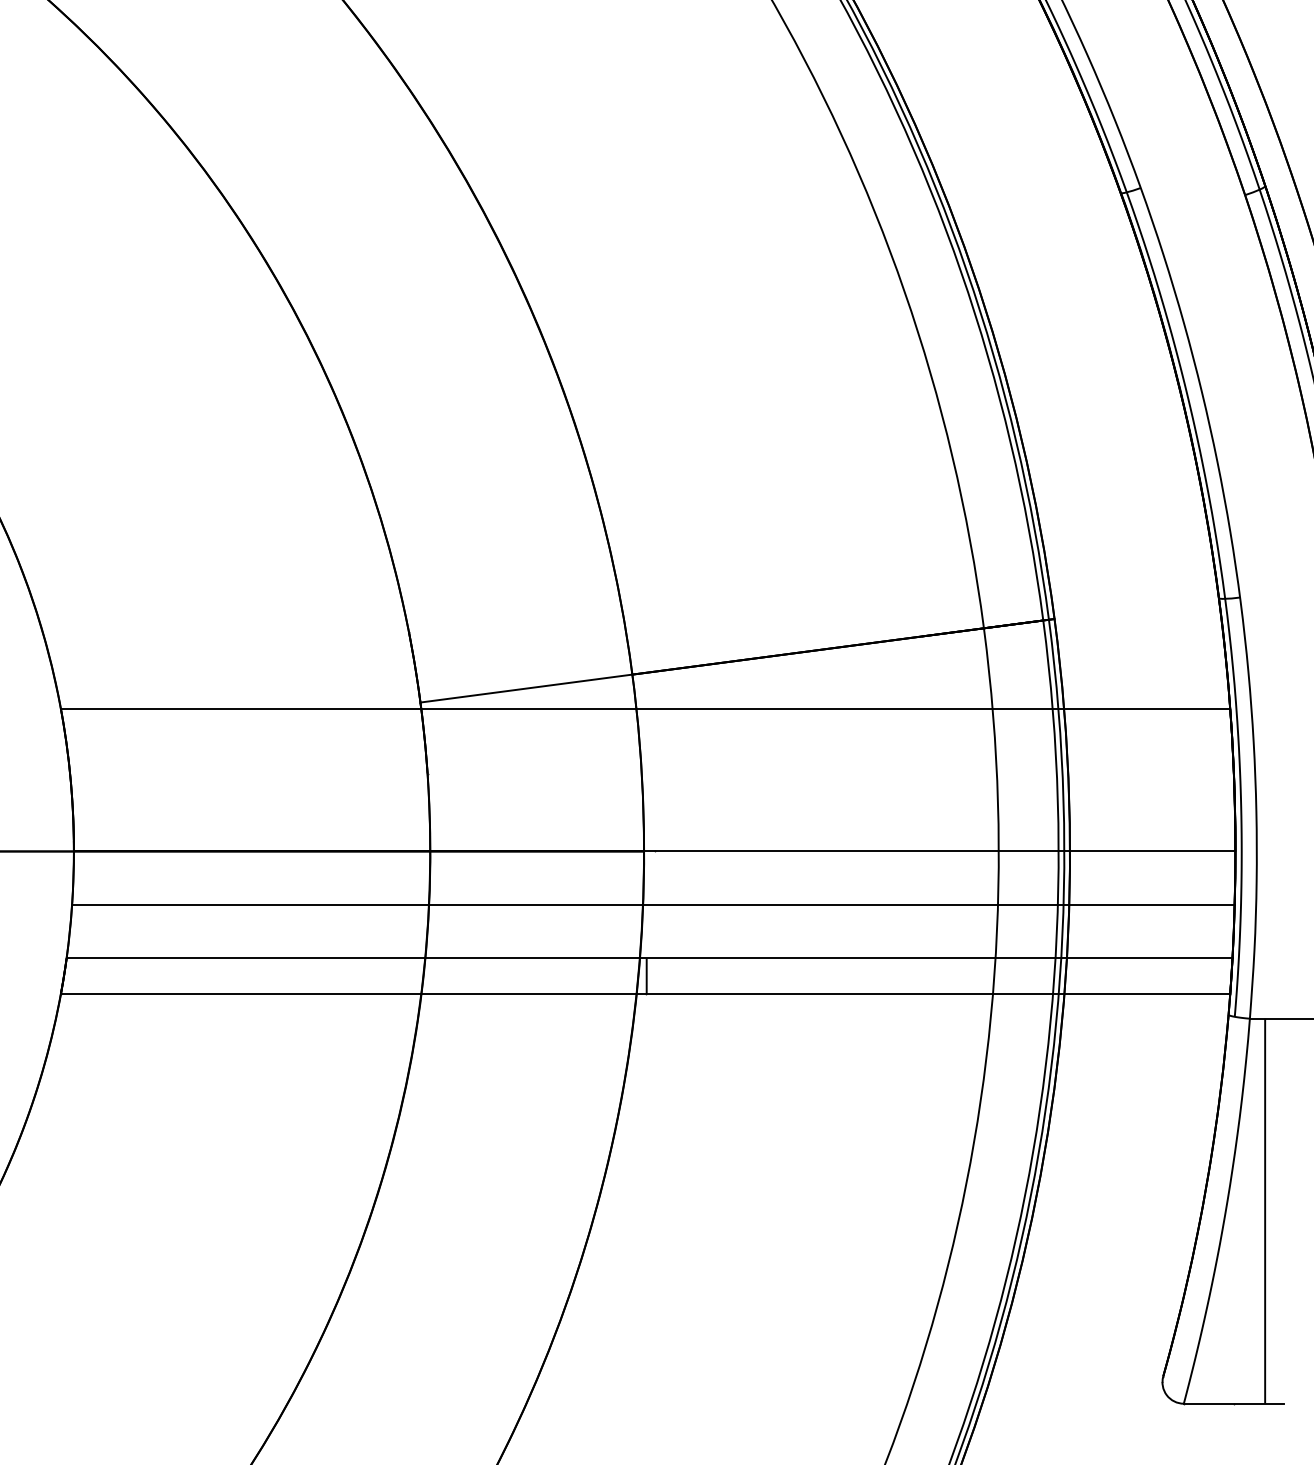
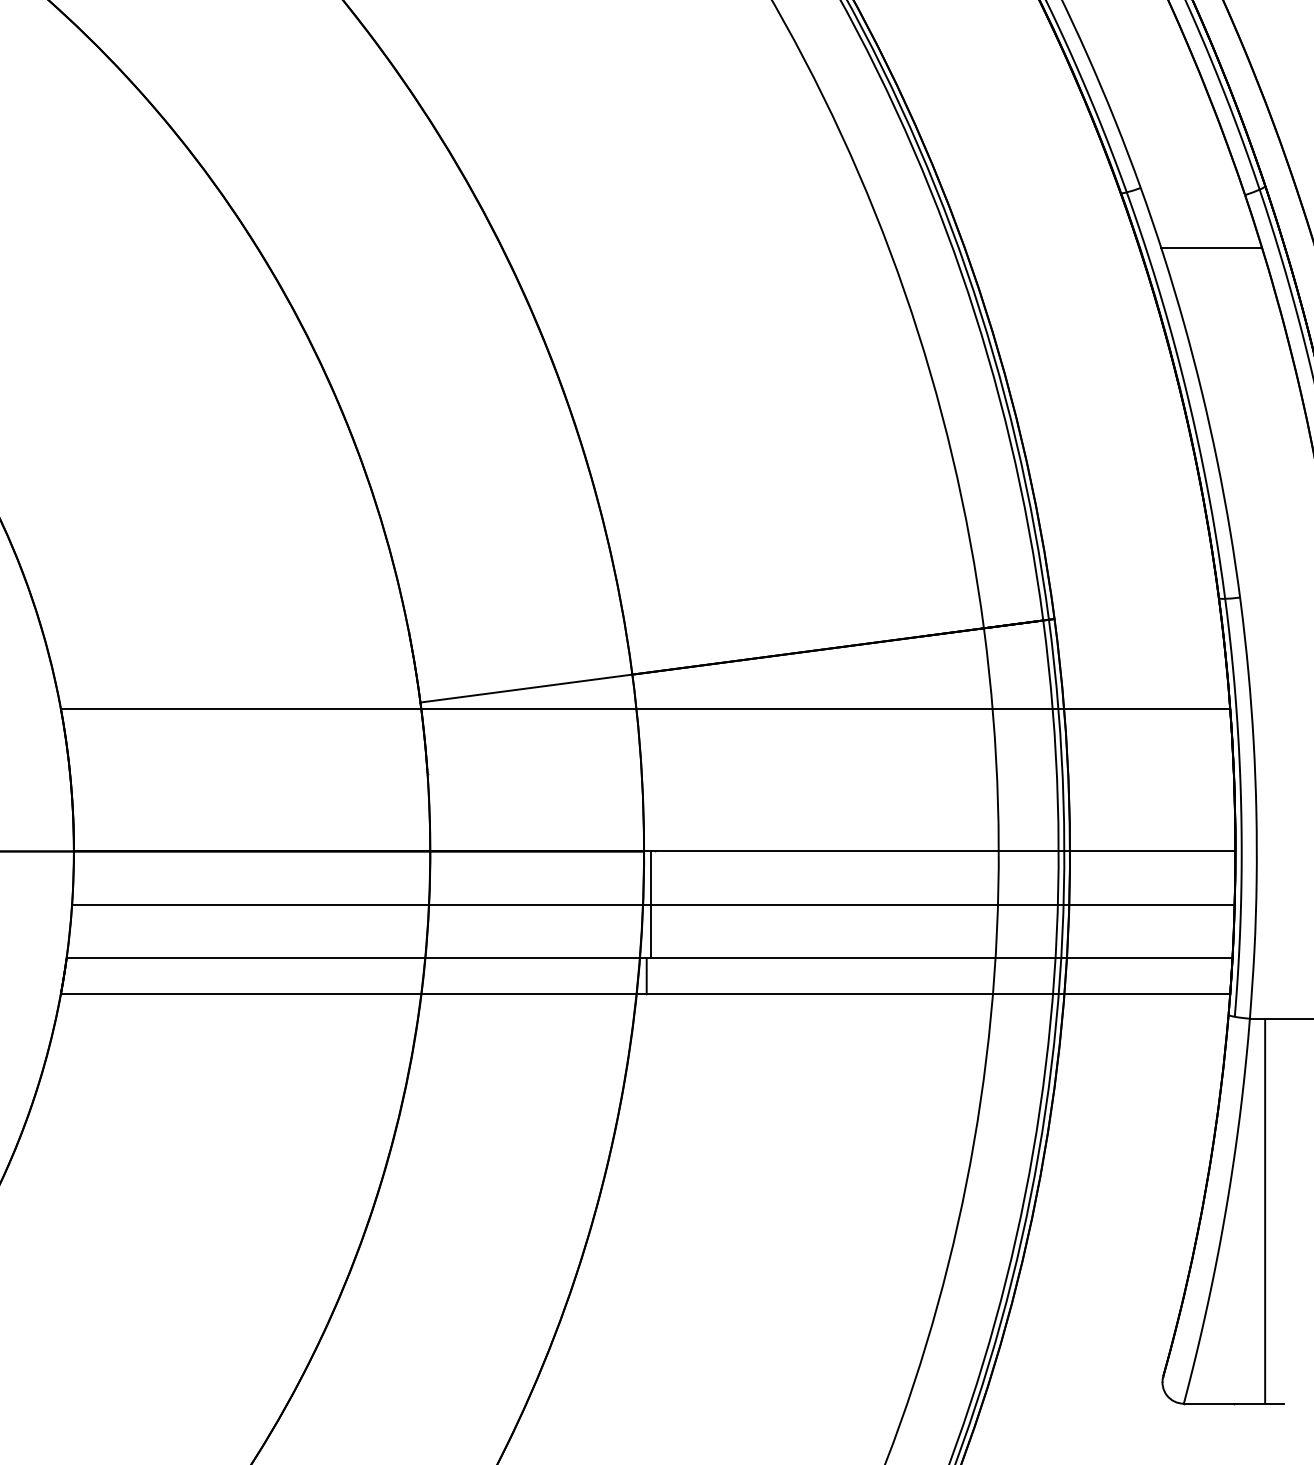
line at (1211, 248): none -> present
line at (651, 904): none -> present
